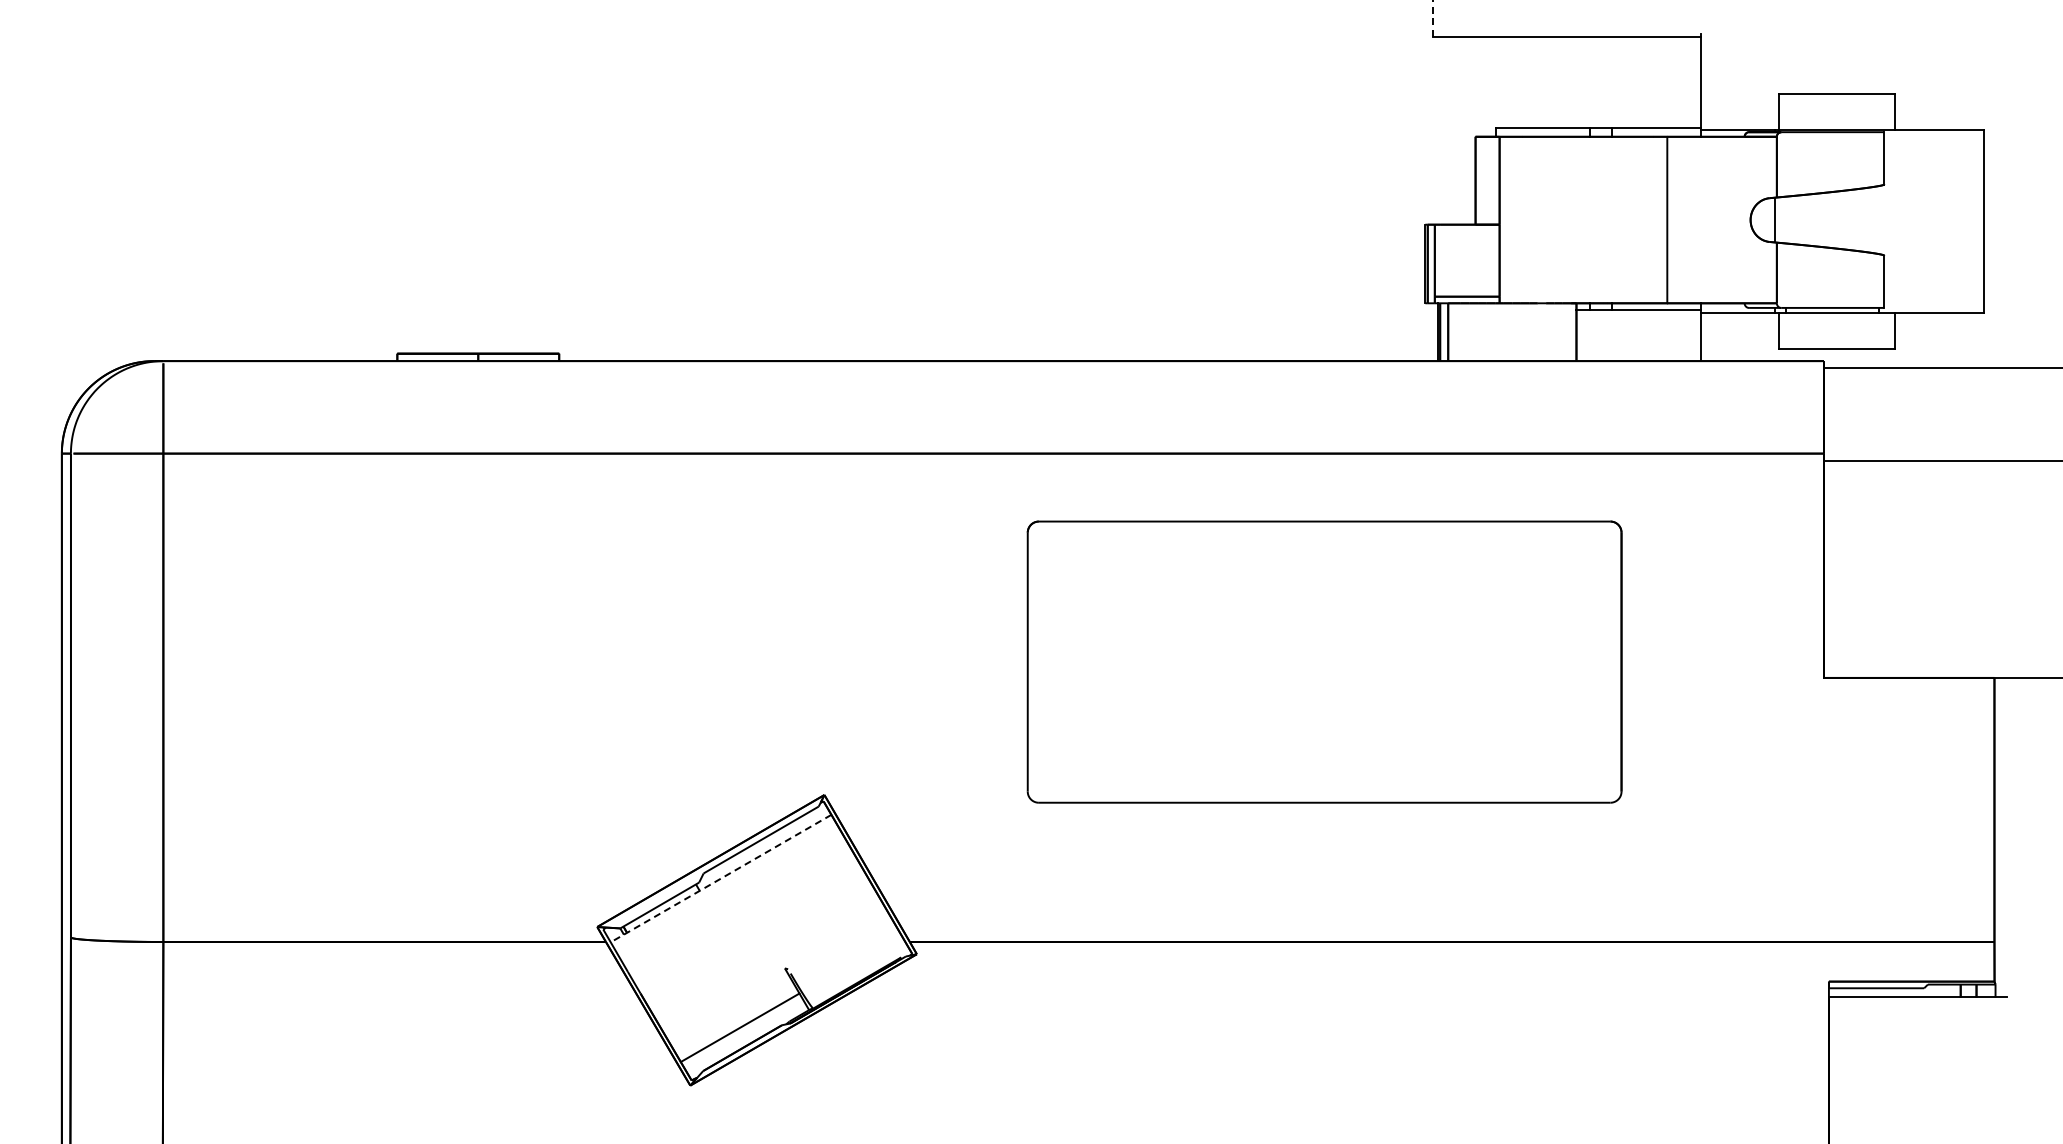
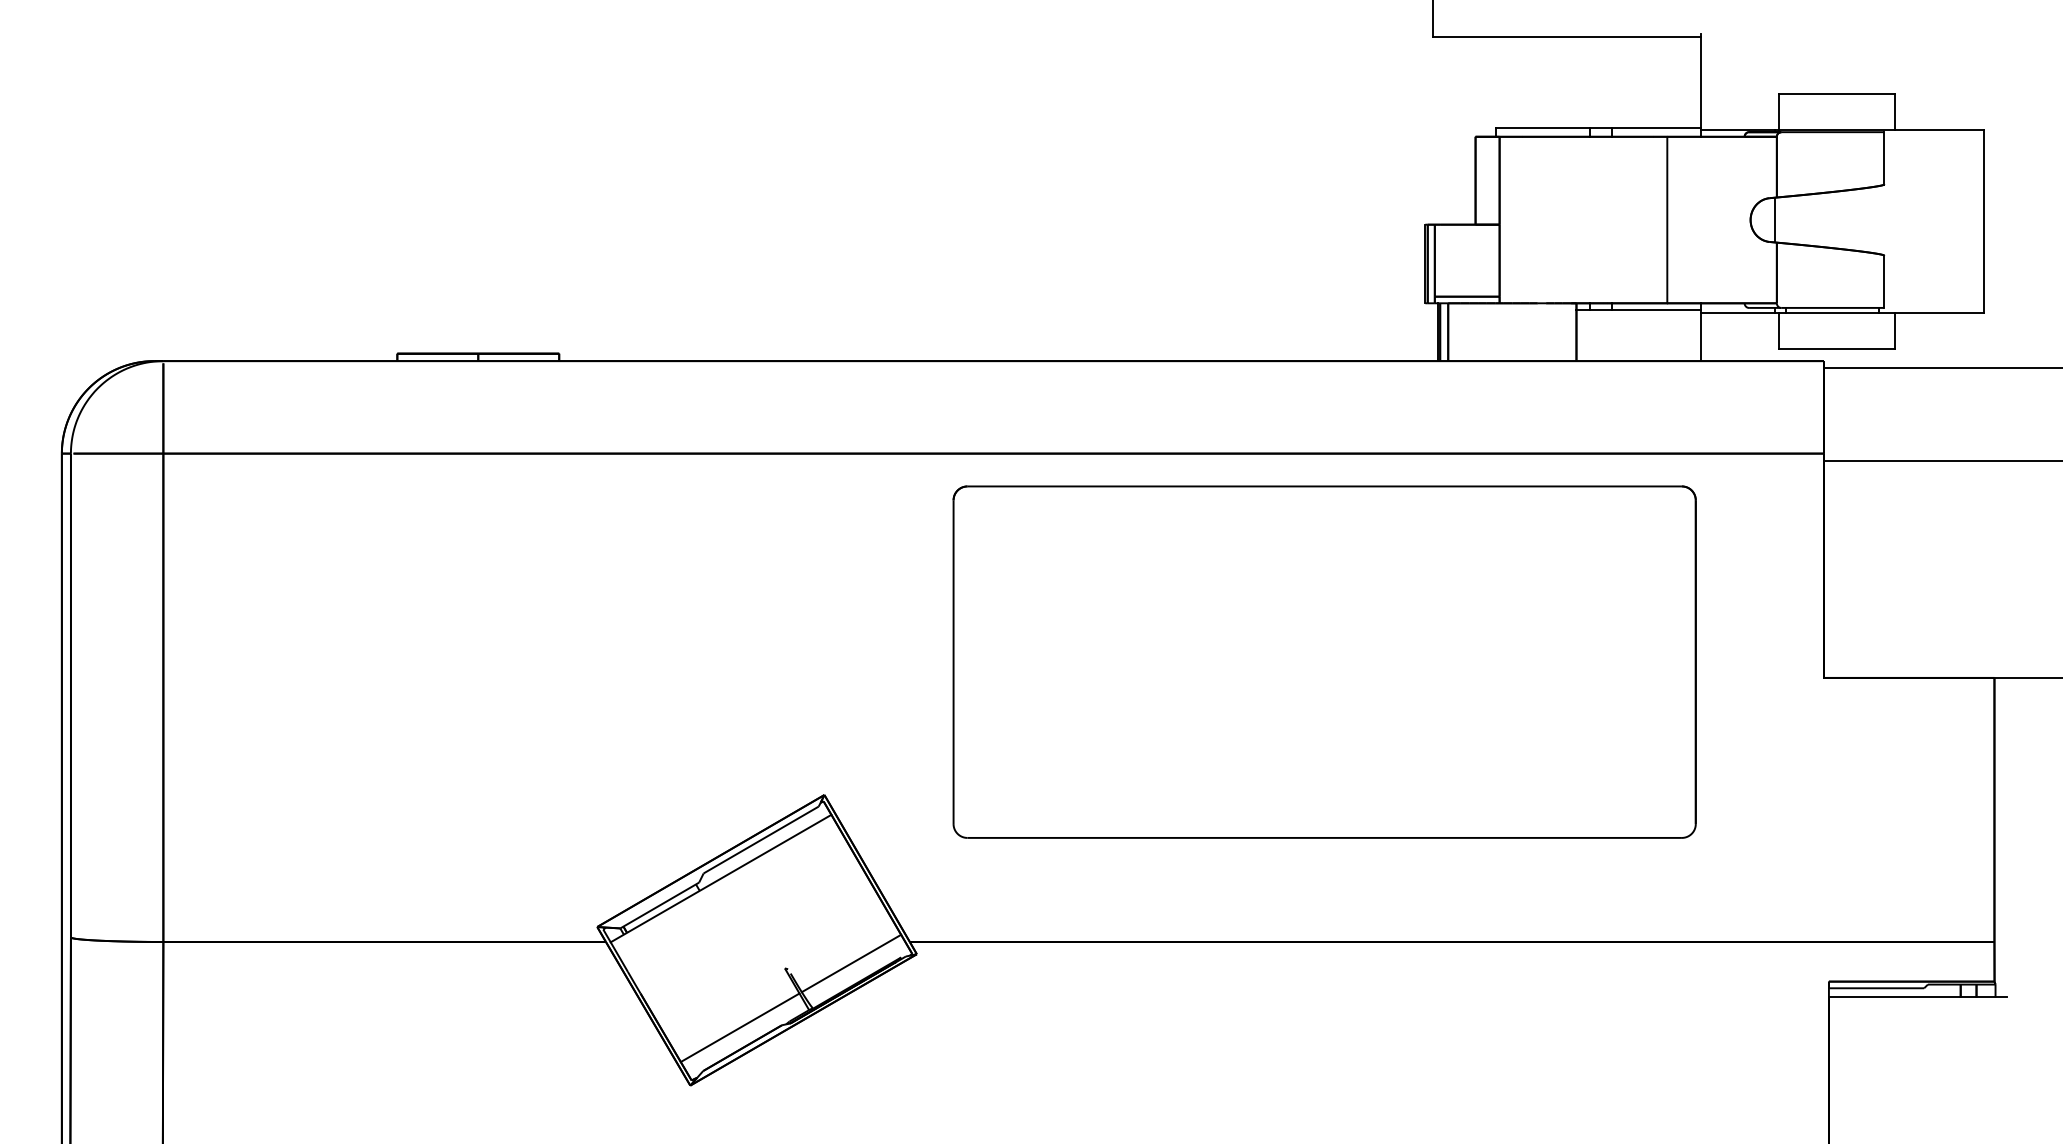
line at (1432, 18): dashed -> solid
part at (1324, 661) size: 597x284 px -> 745x354 px
line at (720, 878): dashed -> solid
line at (851, 963): none -> present
